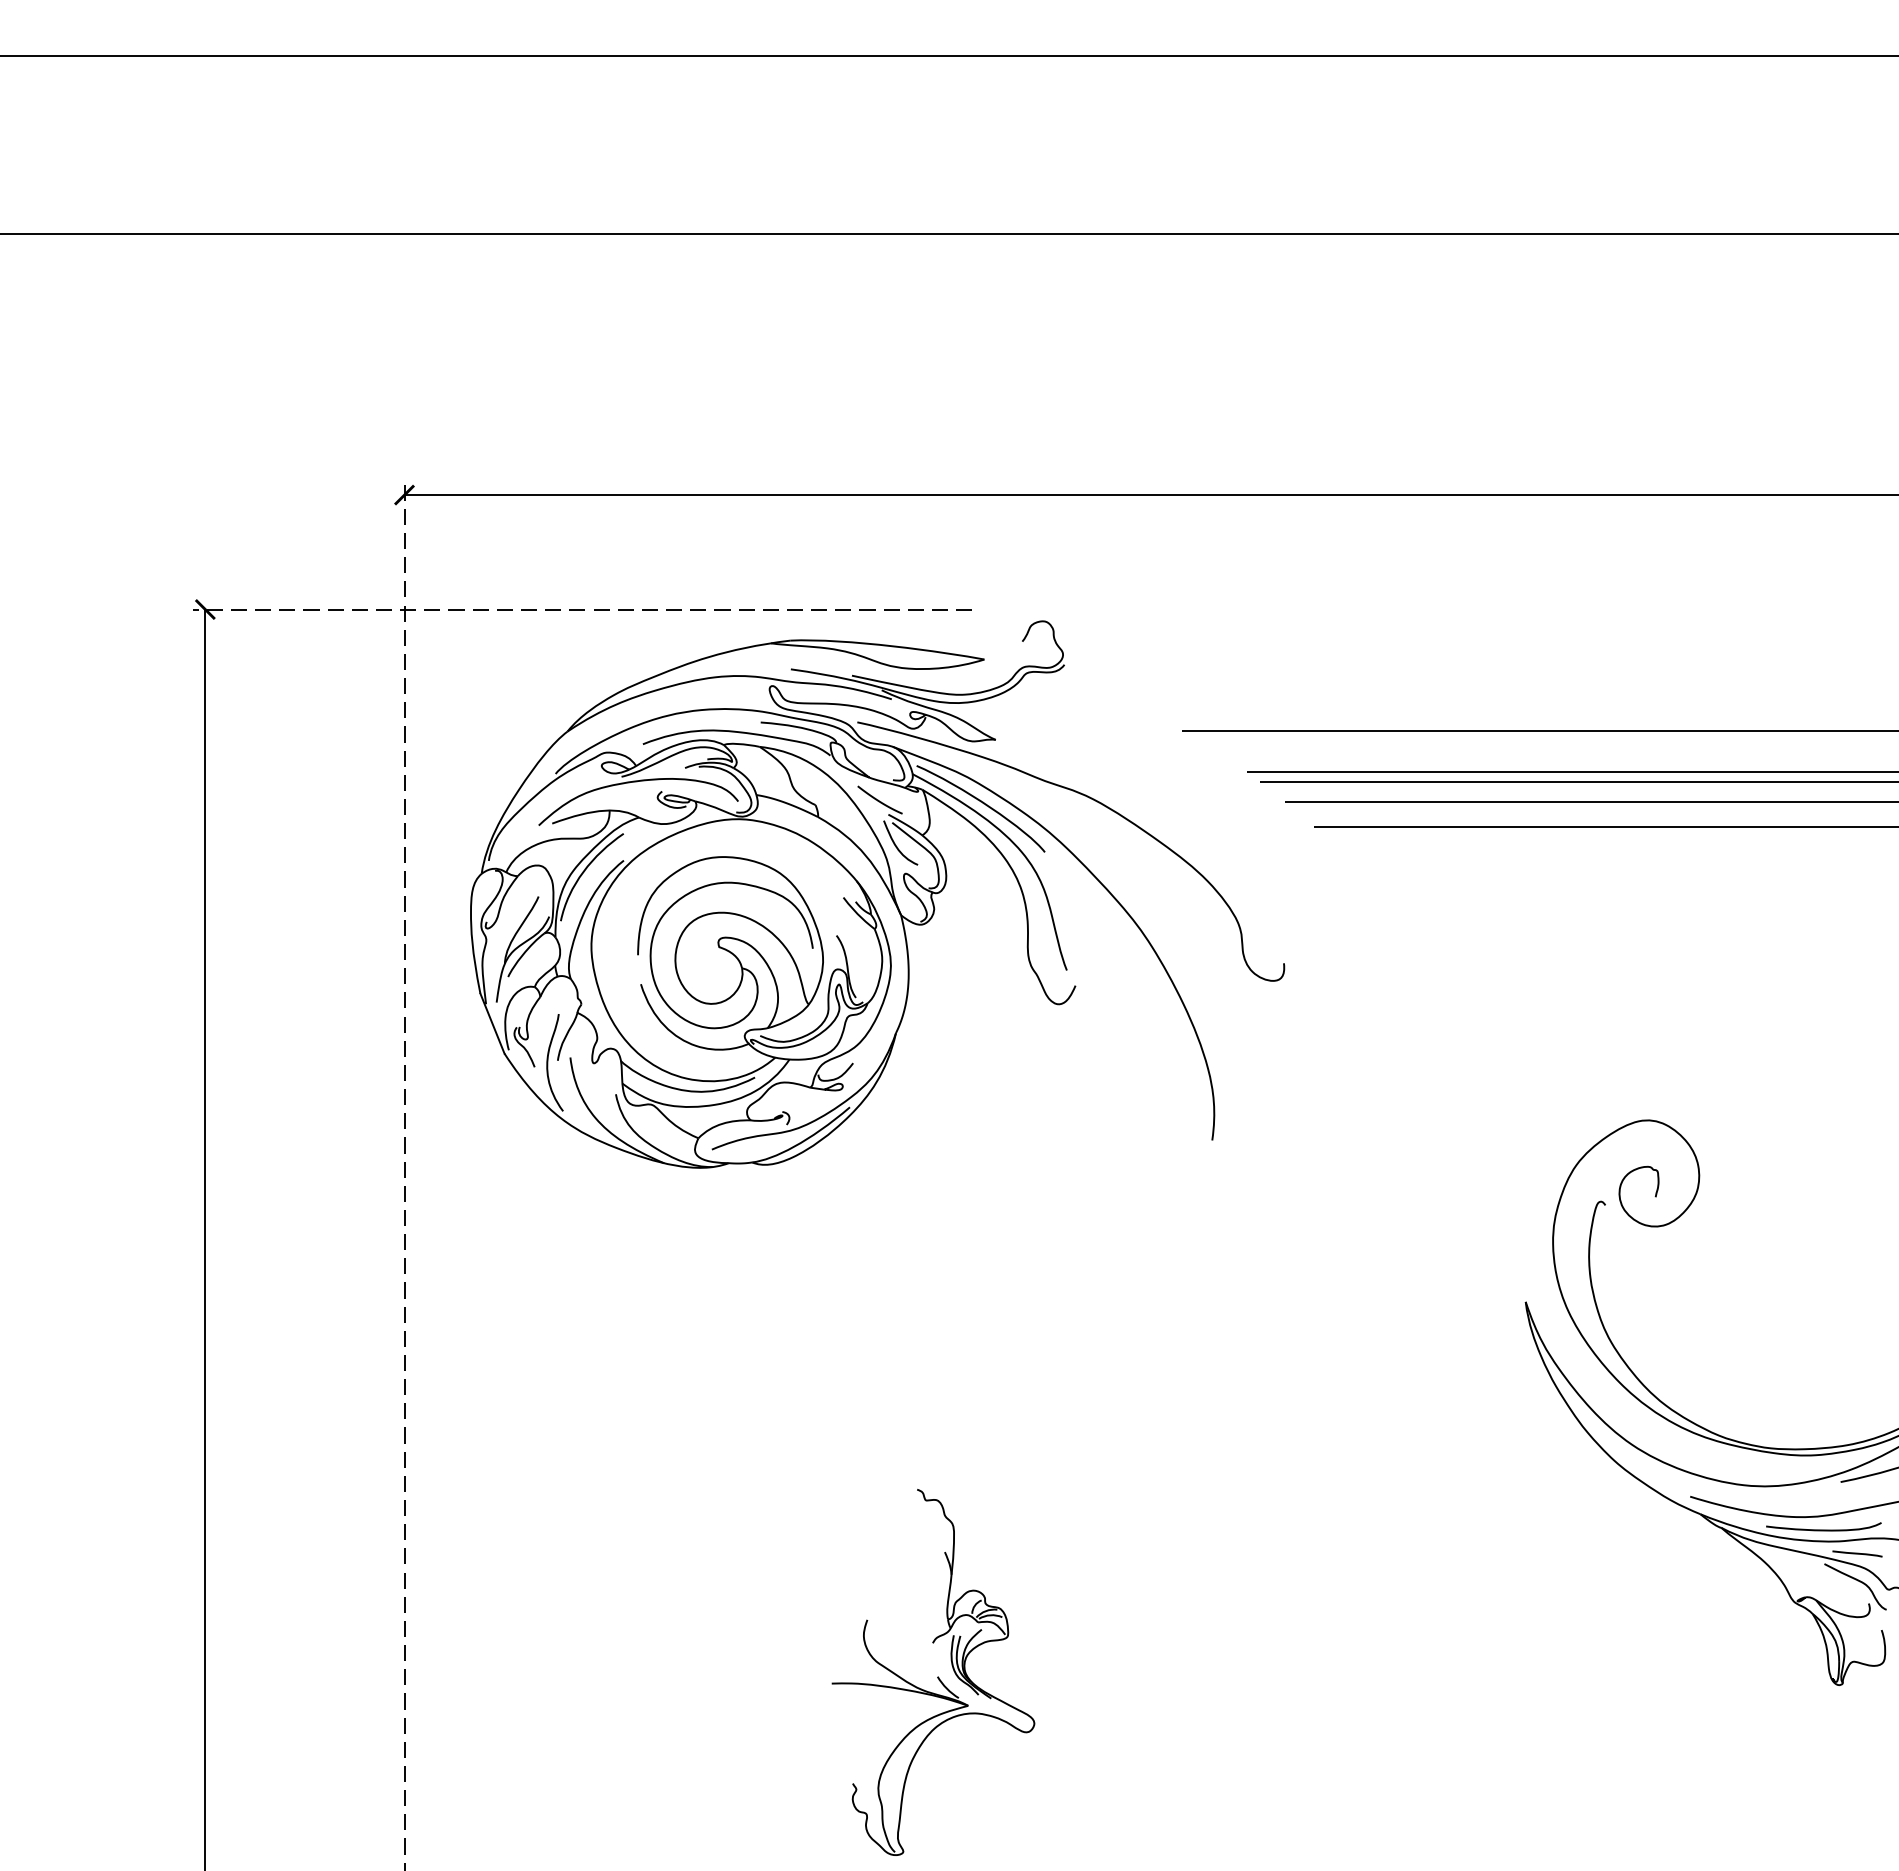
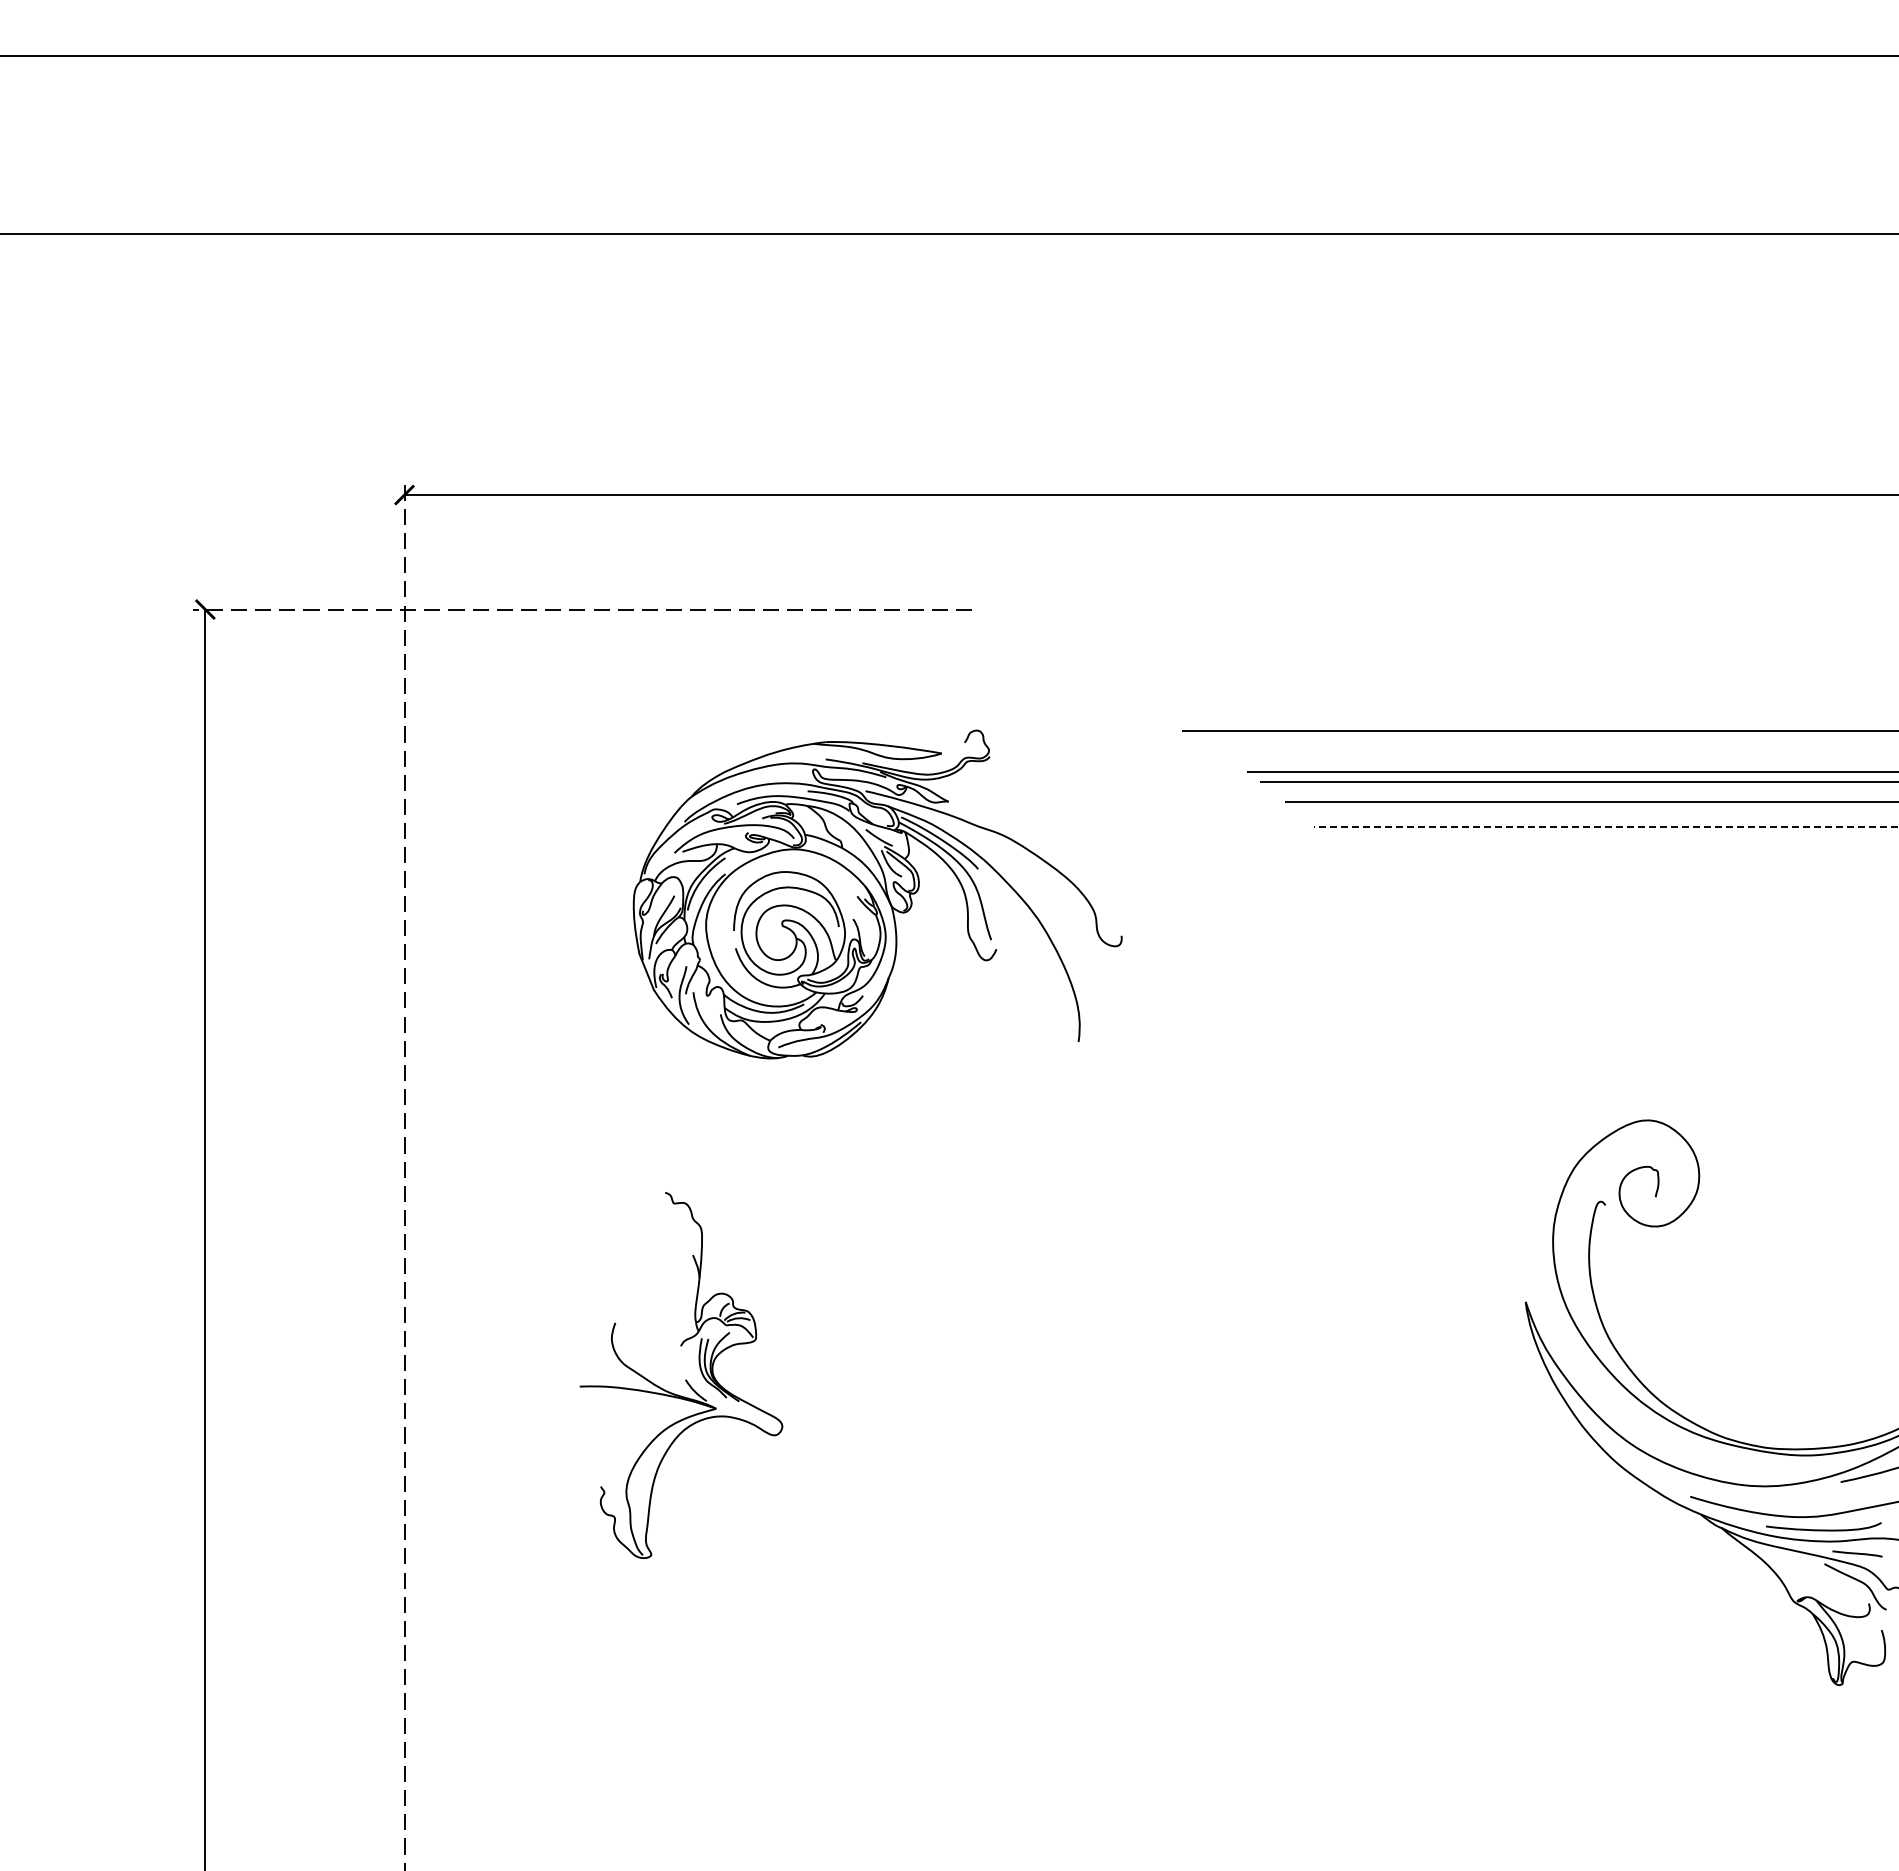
line at (1605, 827): solid -> dashed
part at (877, 894) size: 816x549 px -> 491x331 px
part at (933, 1672) position: (933, 1672) -> (681, 1375)
